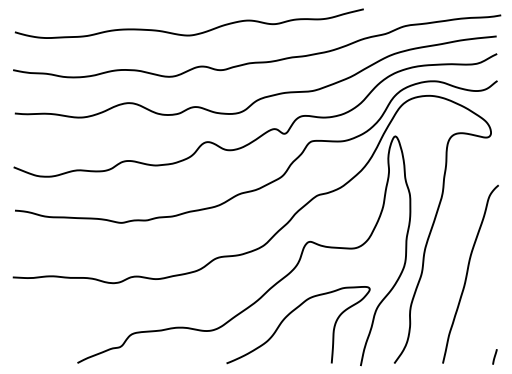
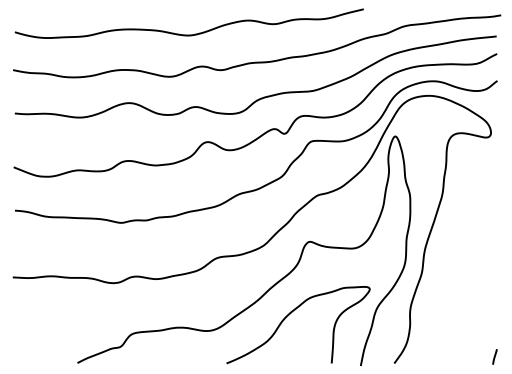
curve at (468, 272): present -> none
